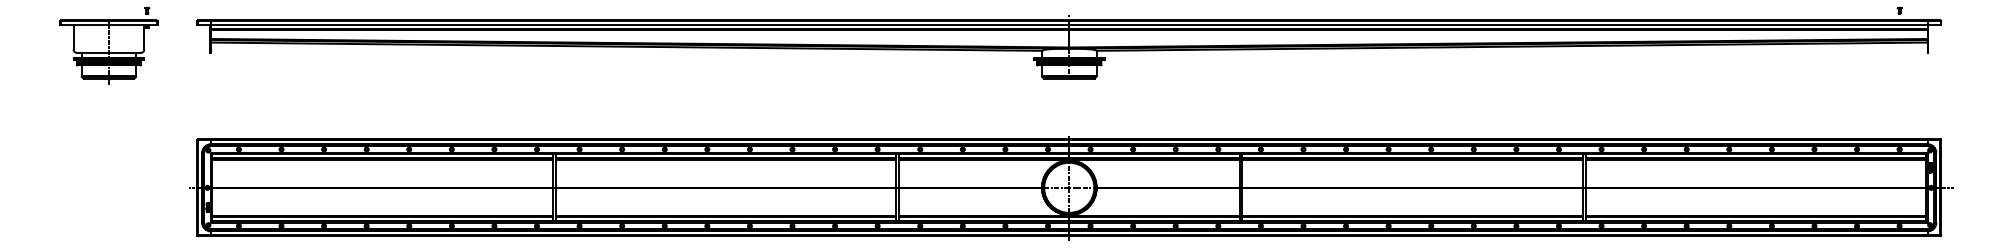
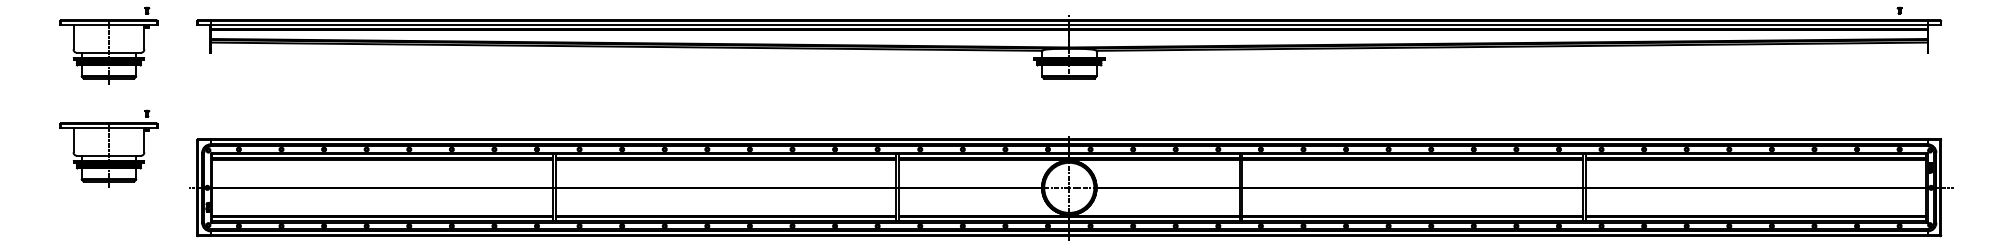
part at (108, 148): none -> present
